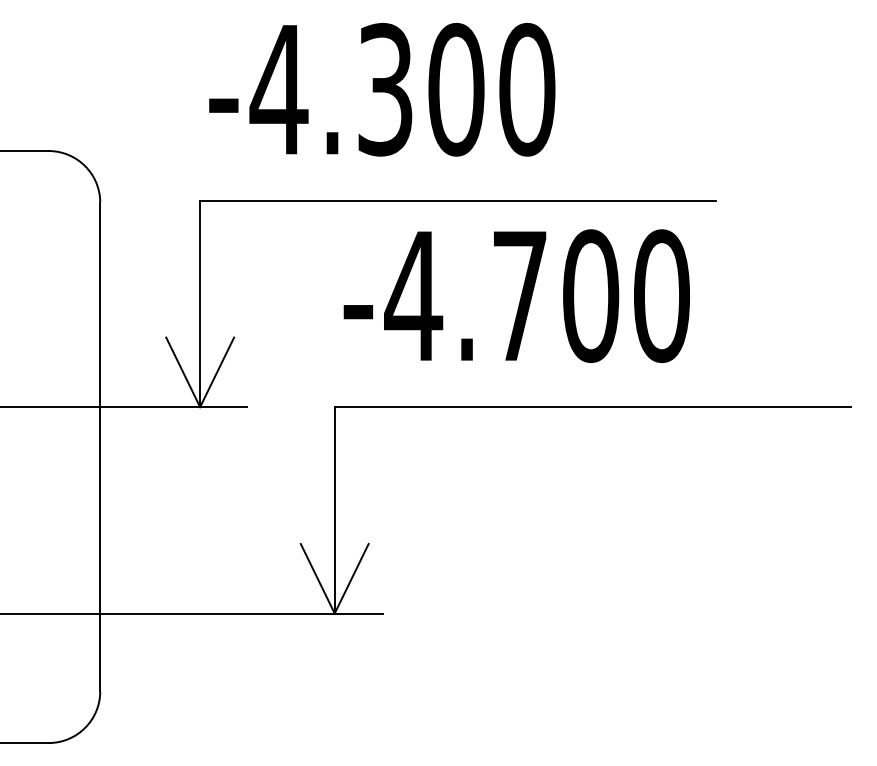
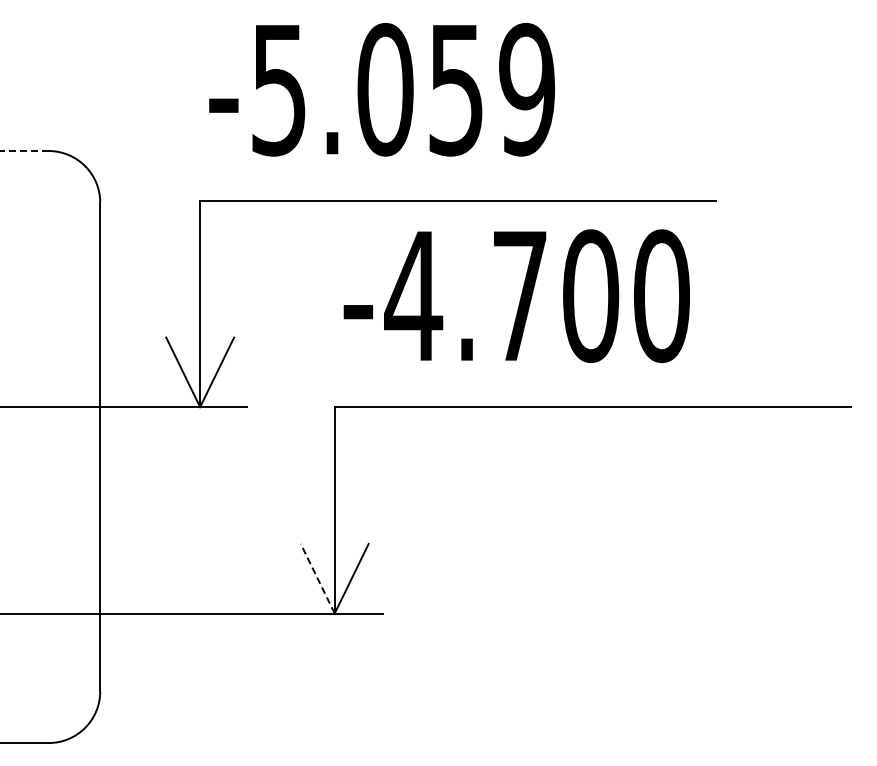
text at (402, 89): -4.300 -> -5.059
line at (24, 151): solid -> dashed
line at (317, 578): solid -> dashed
